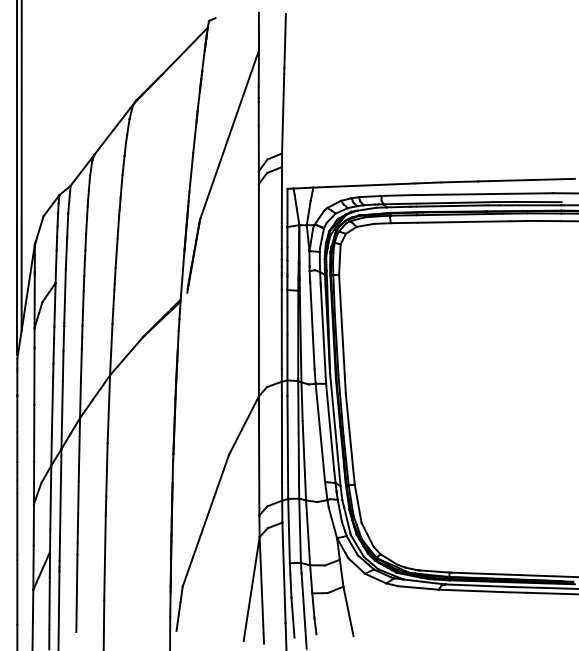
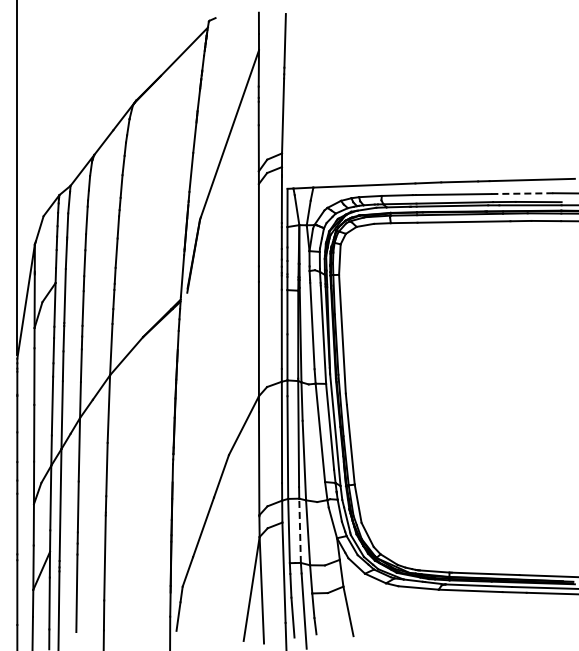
line at (21, 166): present -> none
line at (522, 193): solid -> dashed
line at (300, 530): solid -> dashed
